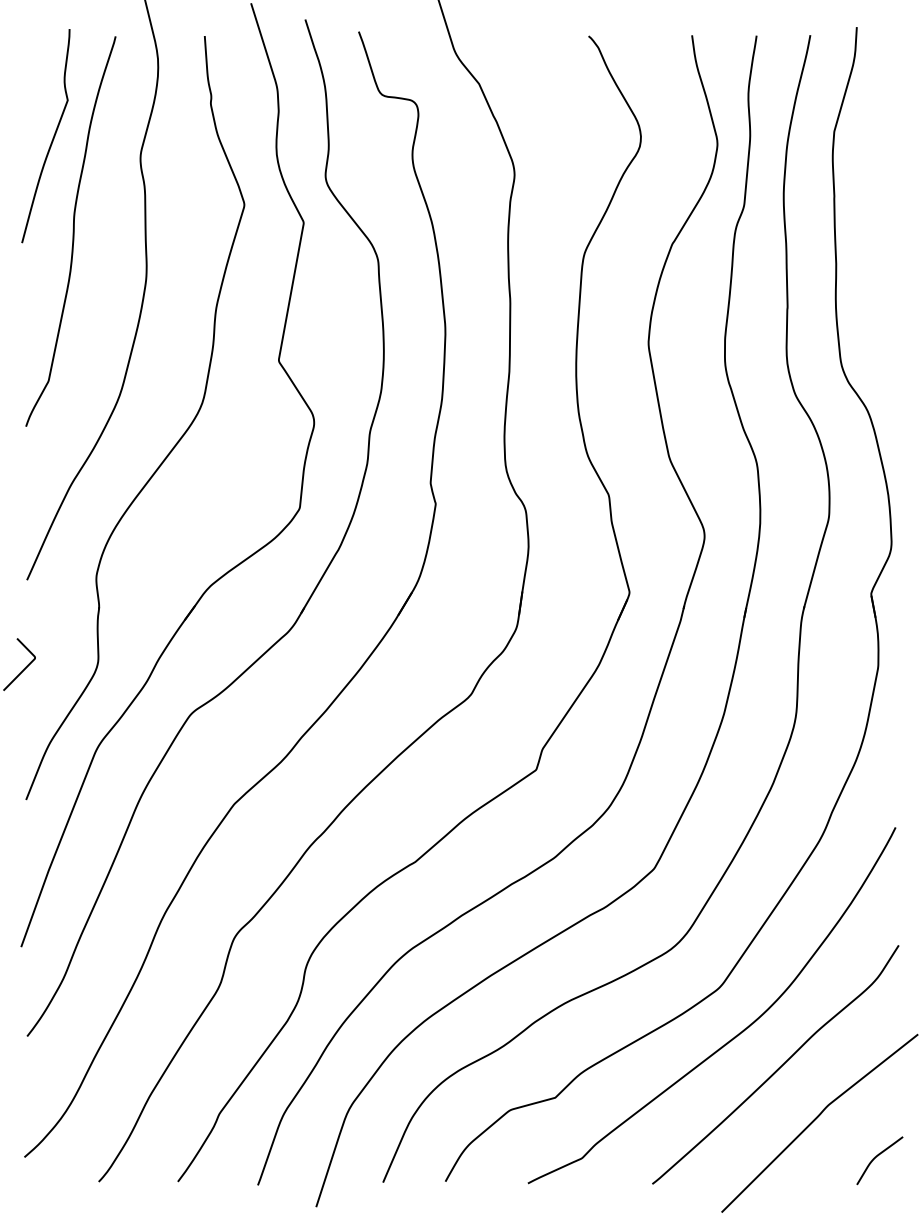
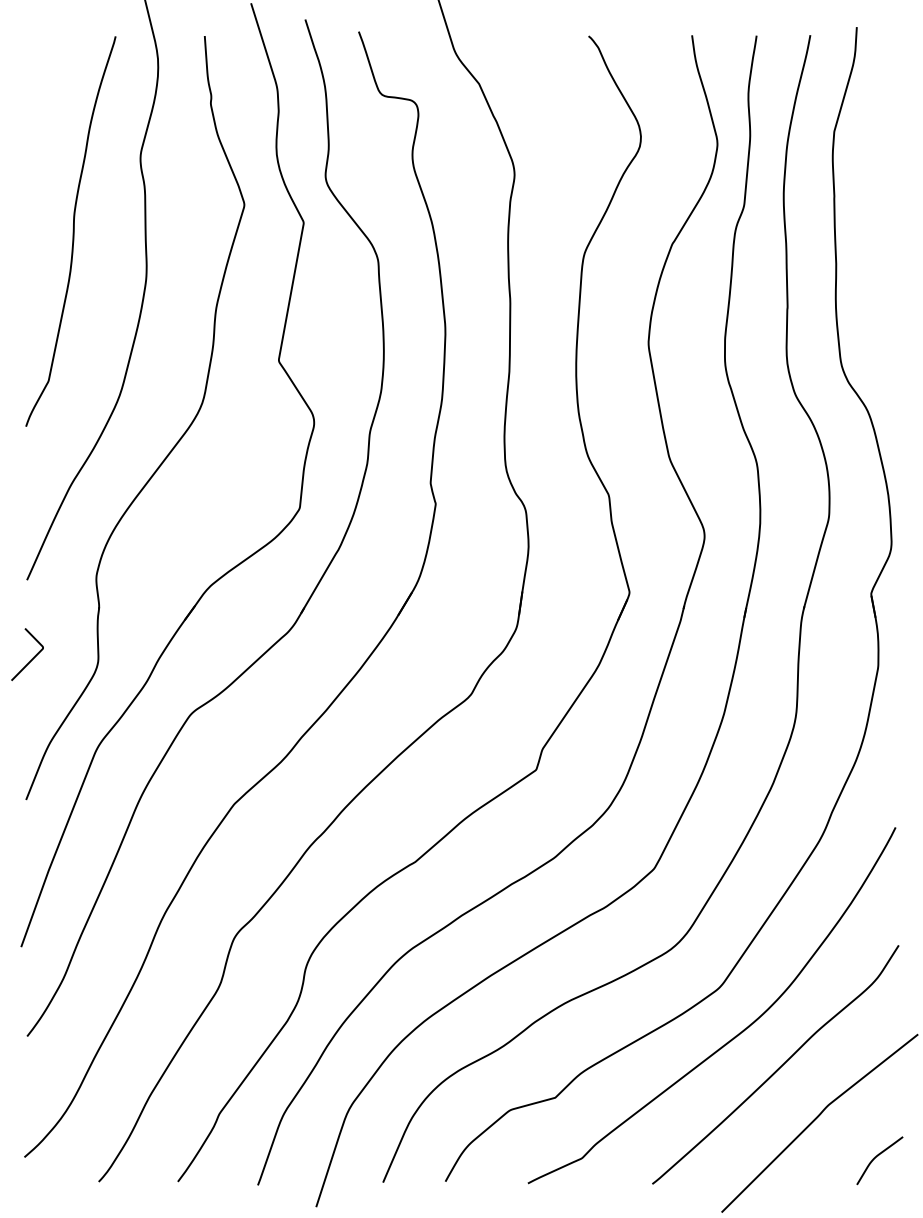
curve at (51, 140): present -> none
curve at (25, 666) position: (25, 666) -> (33, 656)
